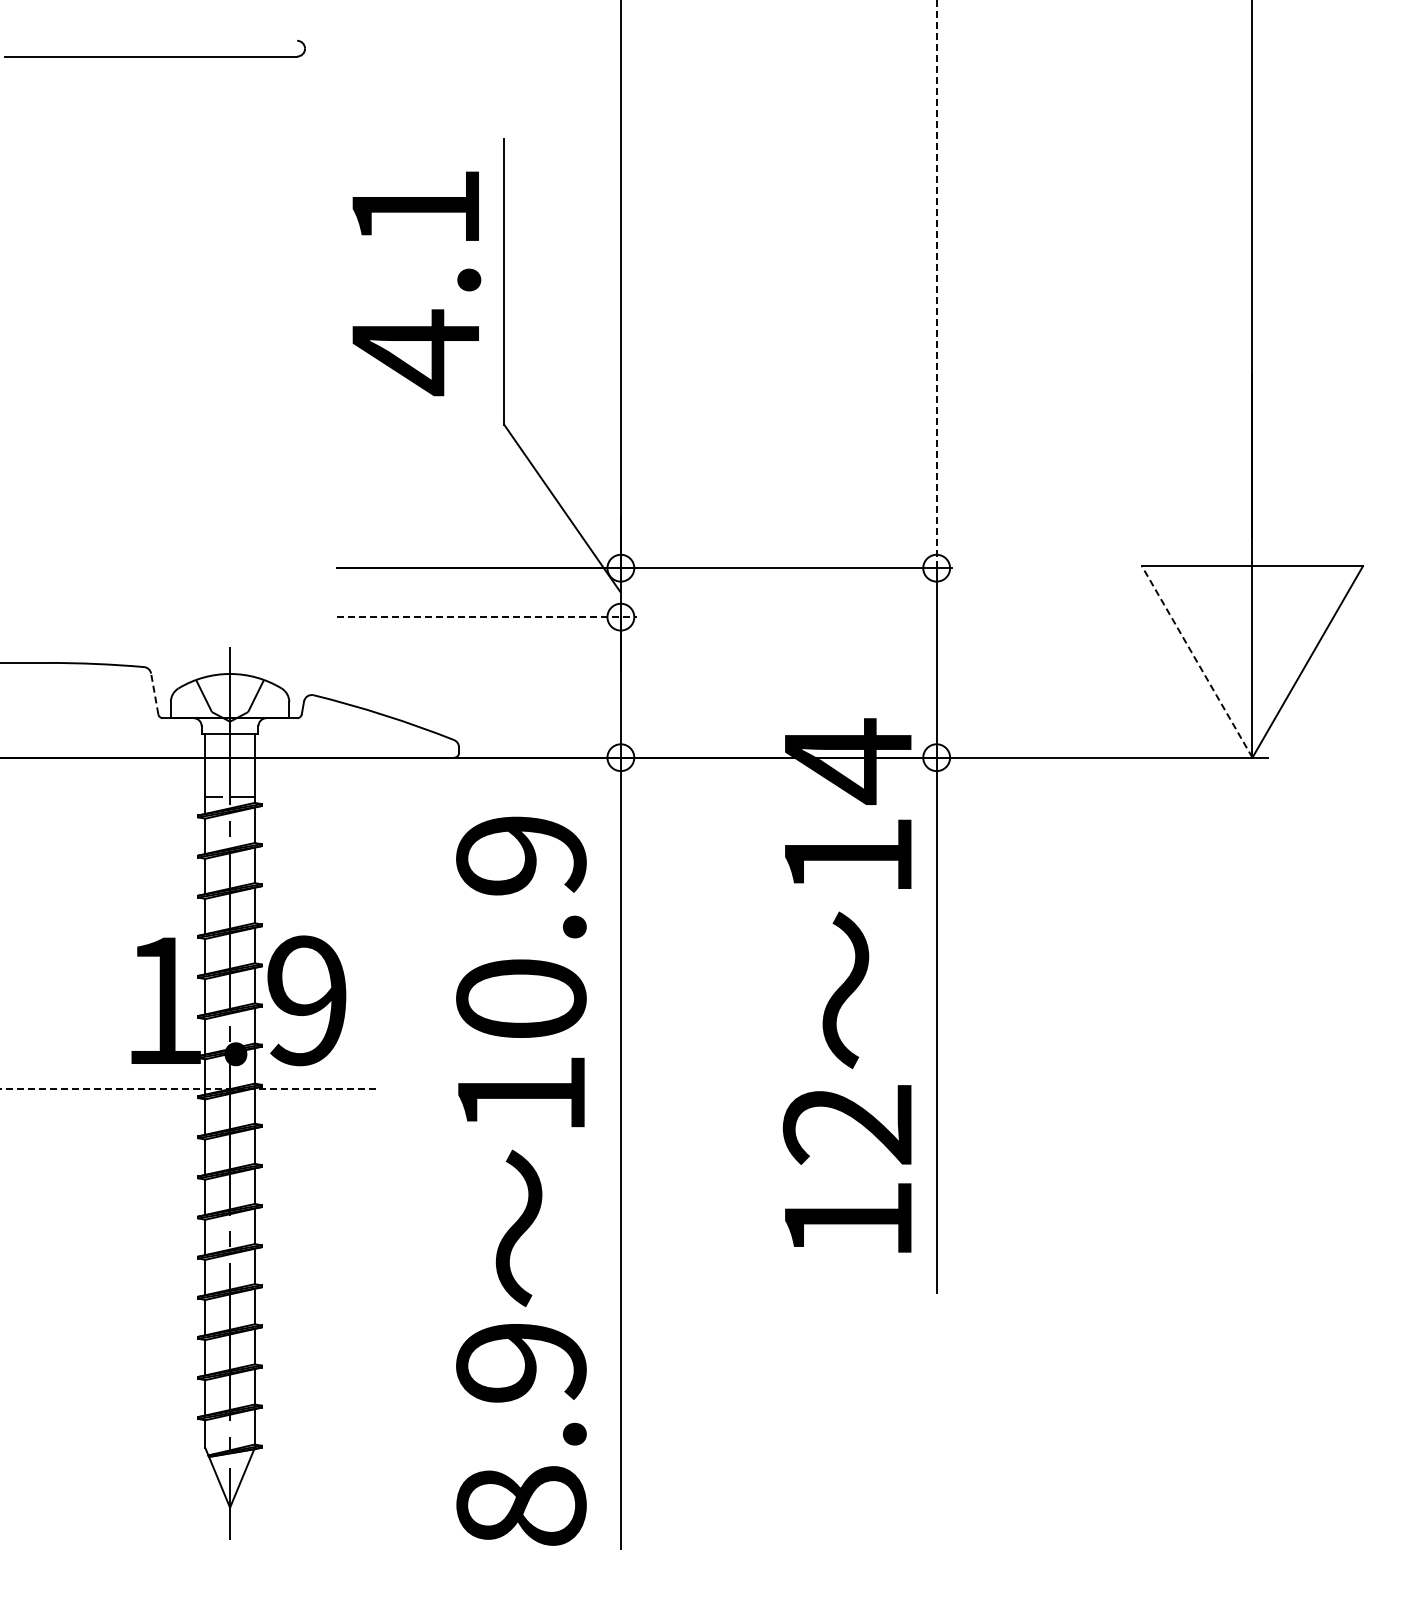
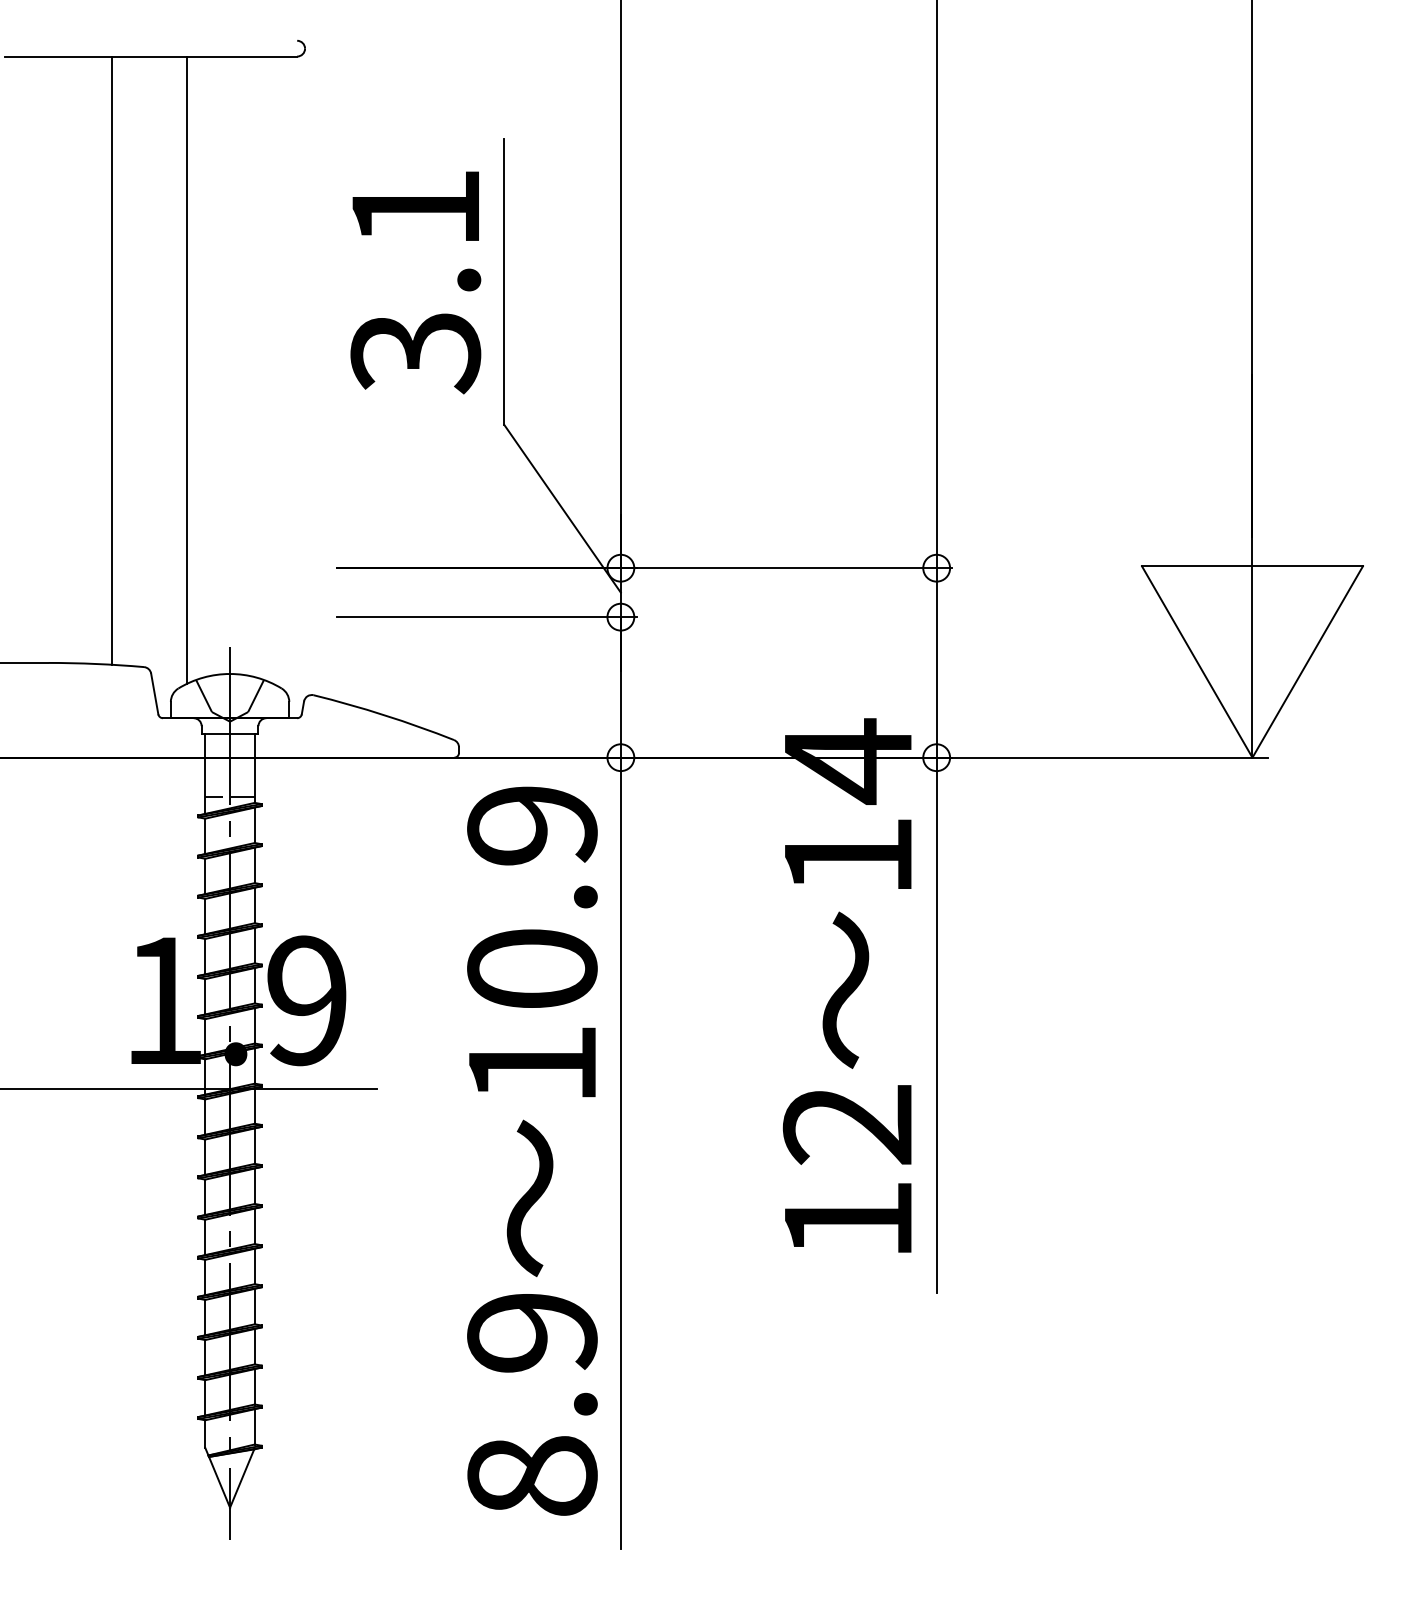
line at (936, 284): dashed -> solid
text at (415, 352): 4.1 -> 3.1
line at (111, 360): none -> present
line at (187, 369): none -> present
line at (487, 617): dashed -> solid
line at (1197, 661): dashed -> solid
line at (154, 693): dashed -> solid
line at (189, 1089): dashed -> solid
text at (521, 1180) position: (521, 1180) -> (532, 1150)
